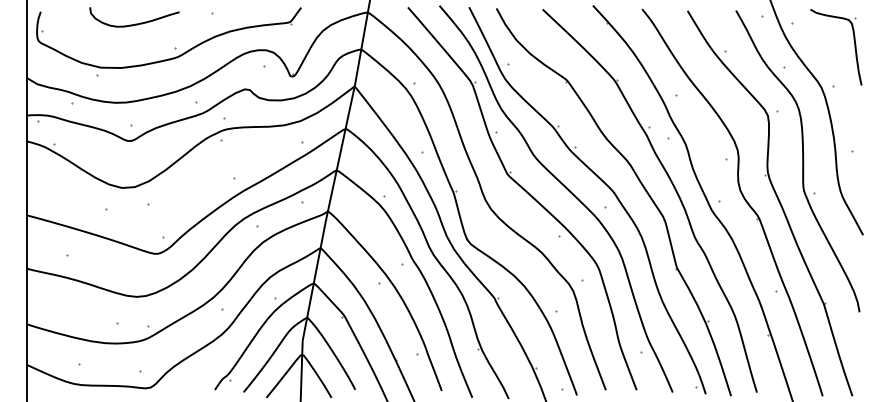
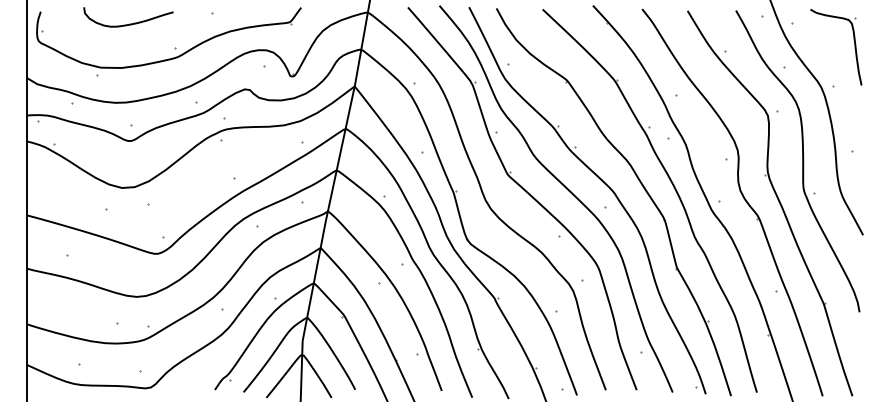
curve at (135, 23) position: (135, 23) -> (129, 23)
